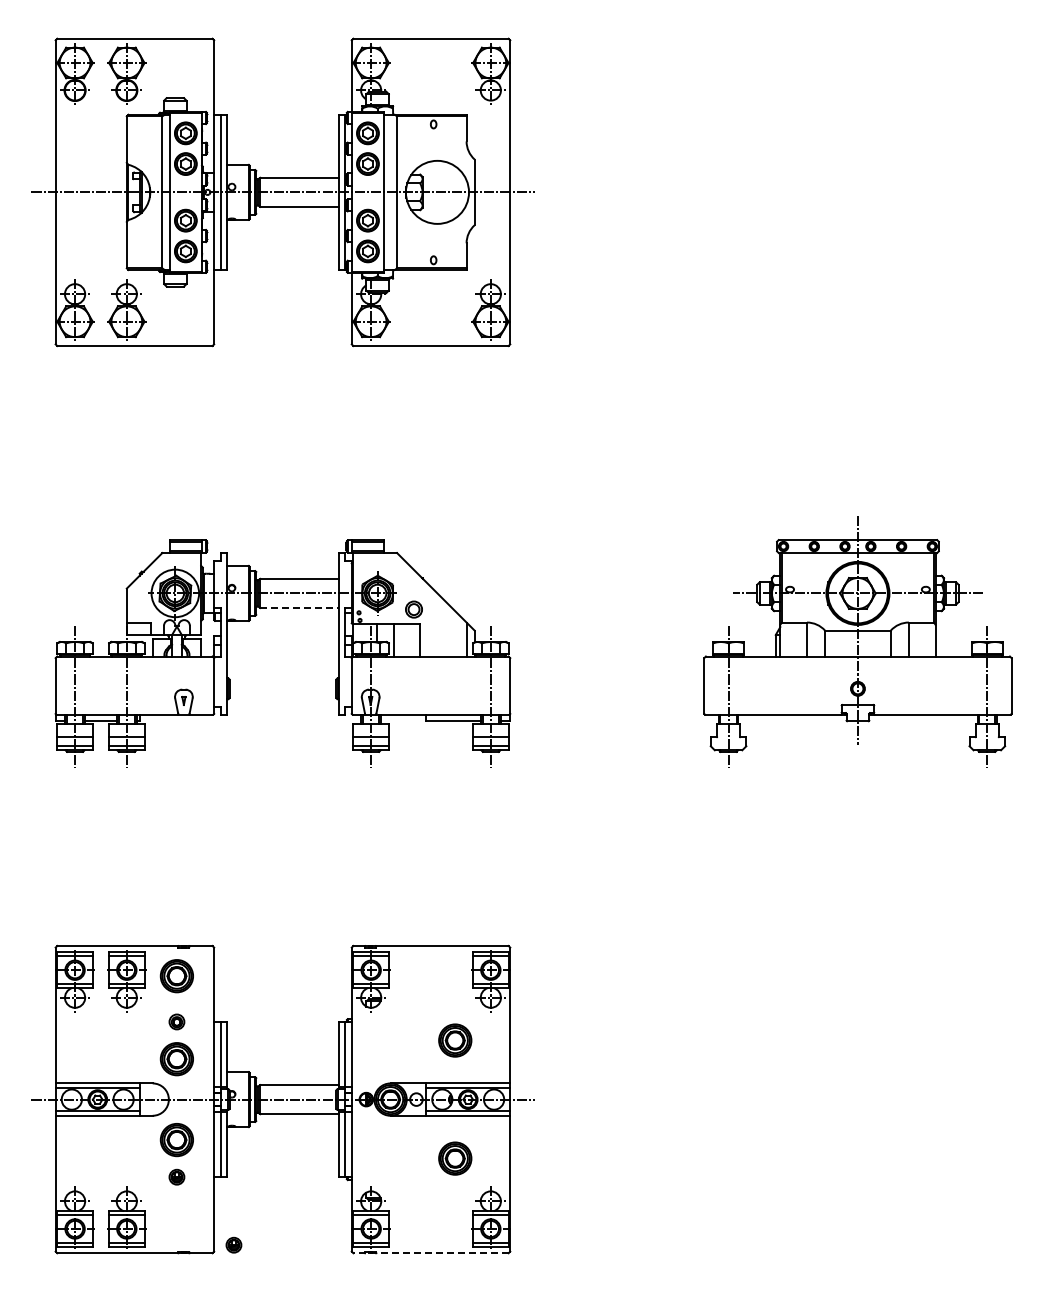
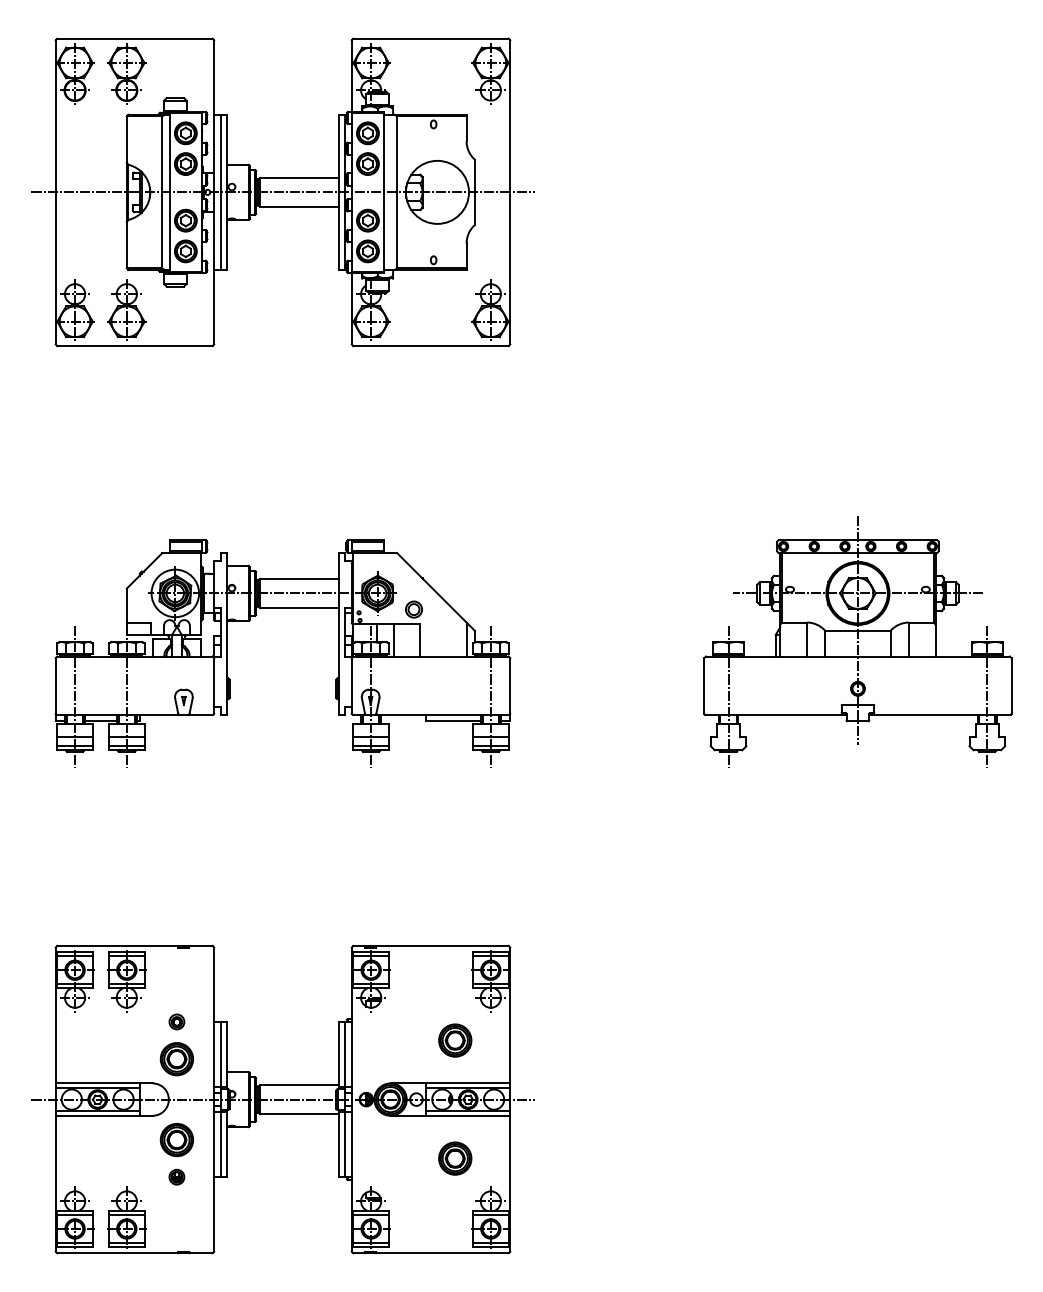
line at (300, 607): dashed -> solid
part at (176, 976): present -> none
part at (233, 1244): present -> none
line at (431, 1253): dashed -> solid
